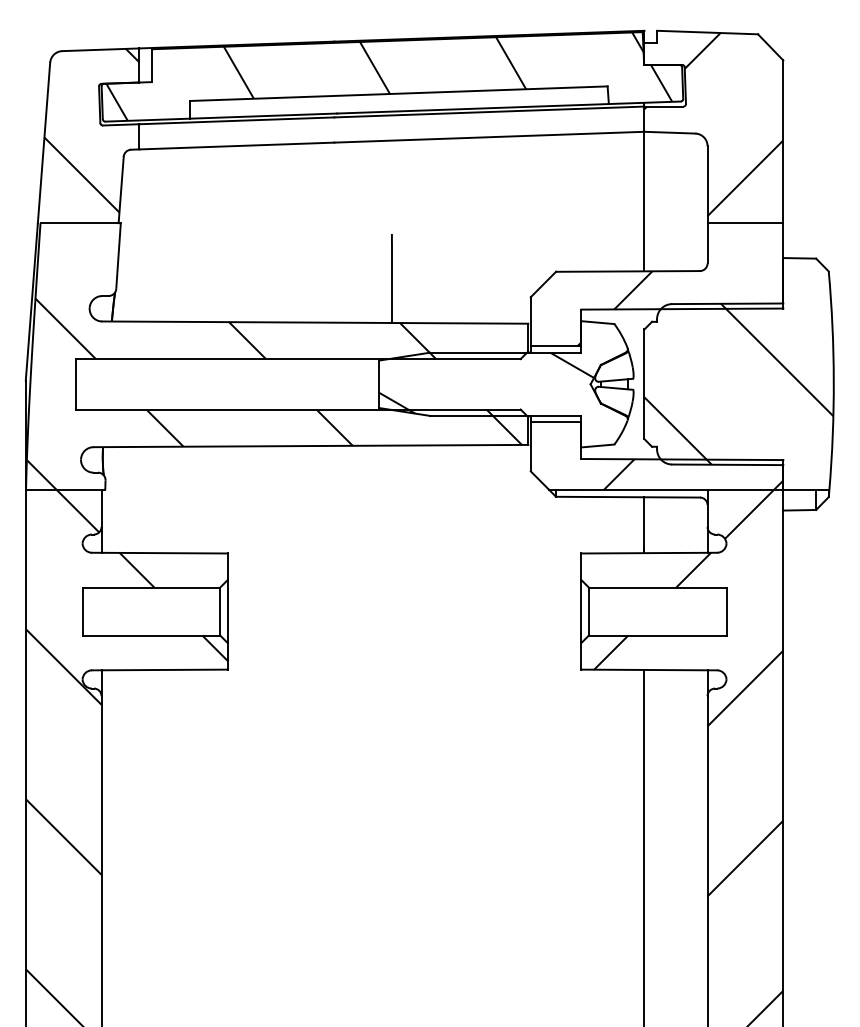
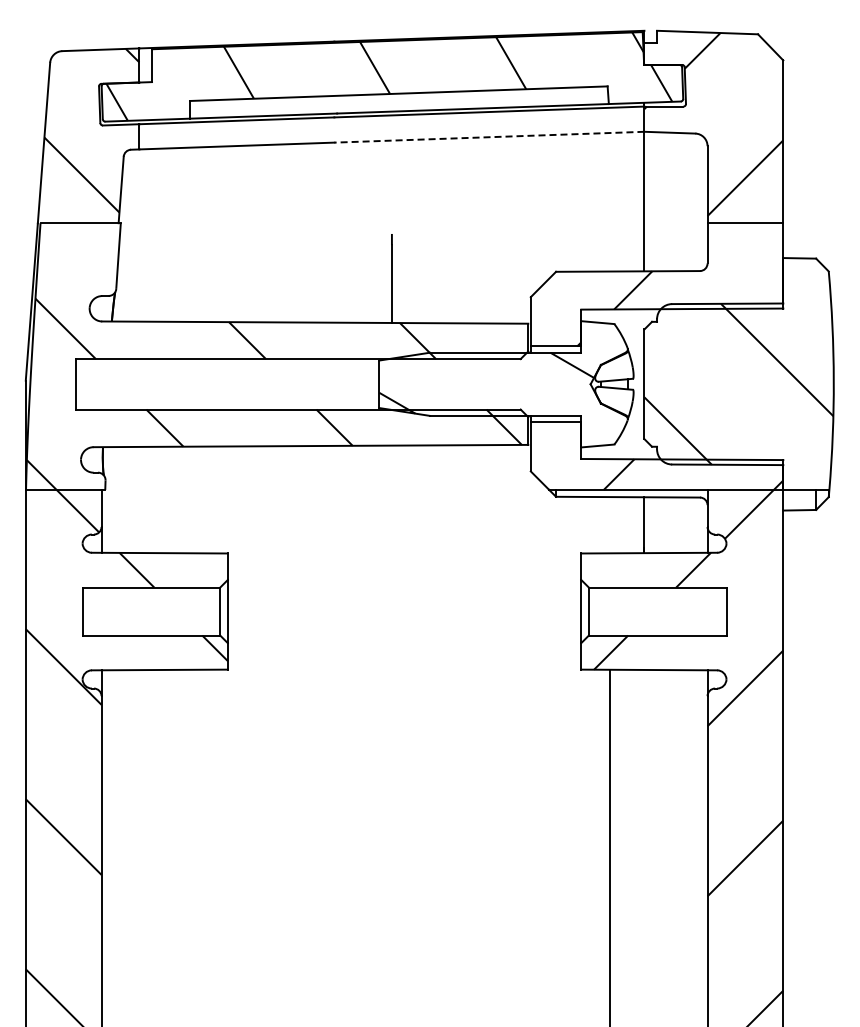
line at (488, 137): solid -> dashed
line at (644, 846) position: (644, 846) -> (610, 846)
